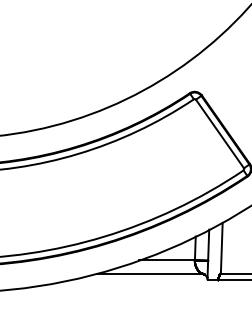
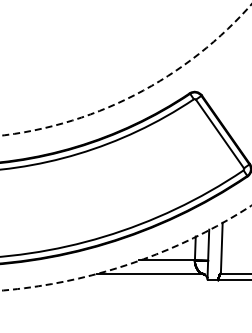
arc at (139, 92): solid -> dashed
arc at (133, 262): solid -> dashed
